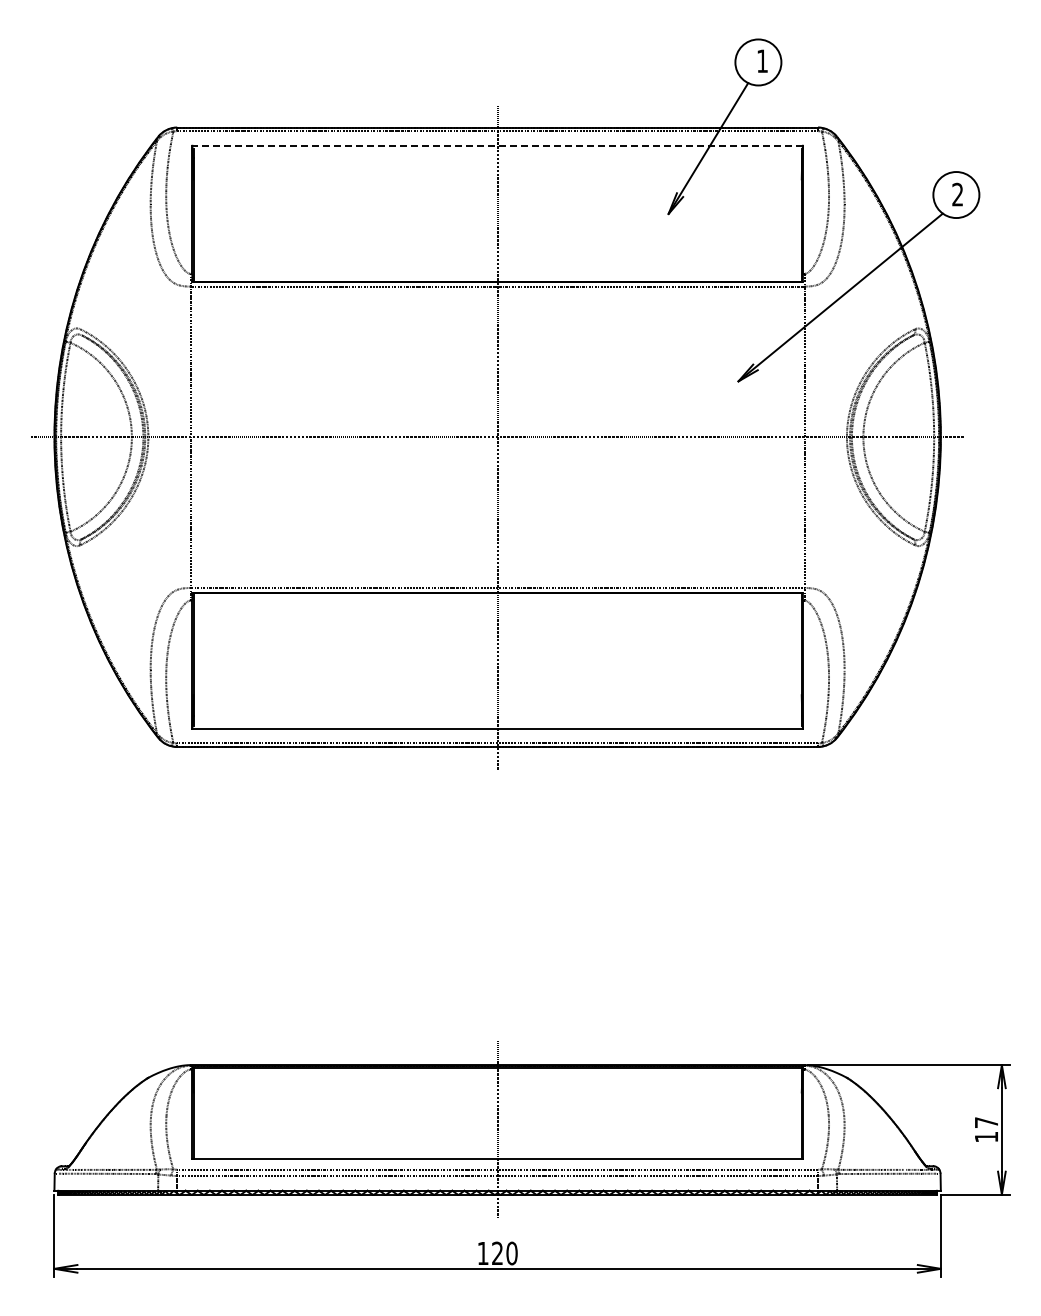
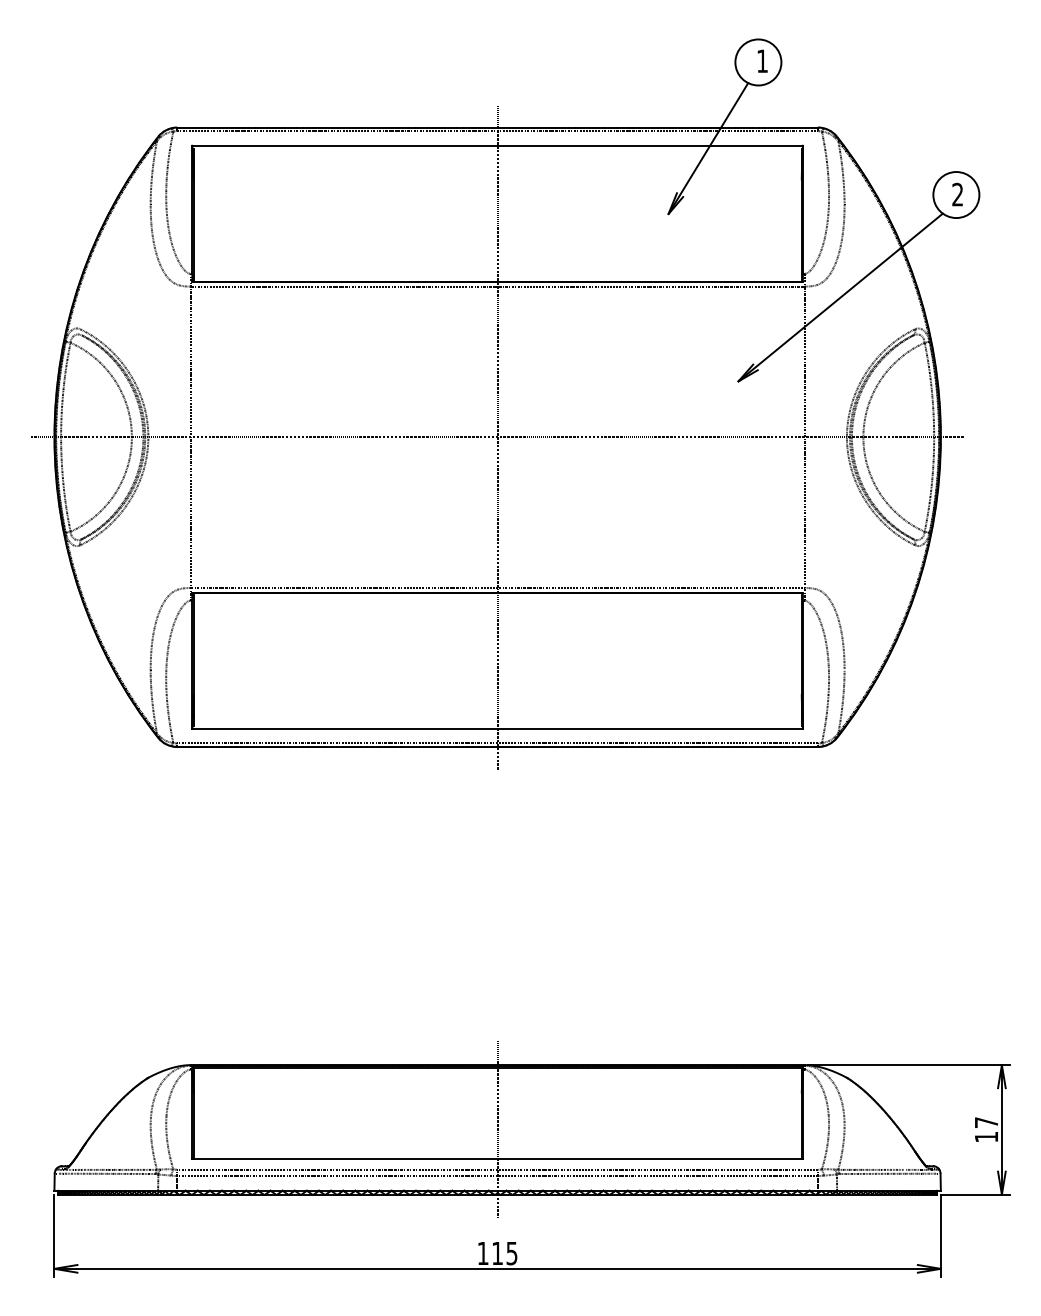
line at (497, 145): dashed -> solid
text at (504, 1253): 120 -> 115
